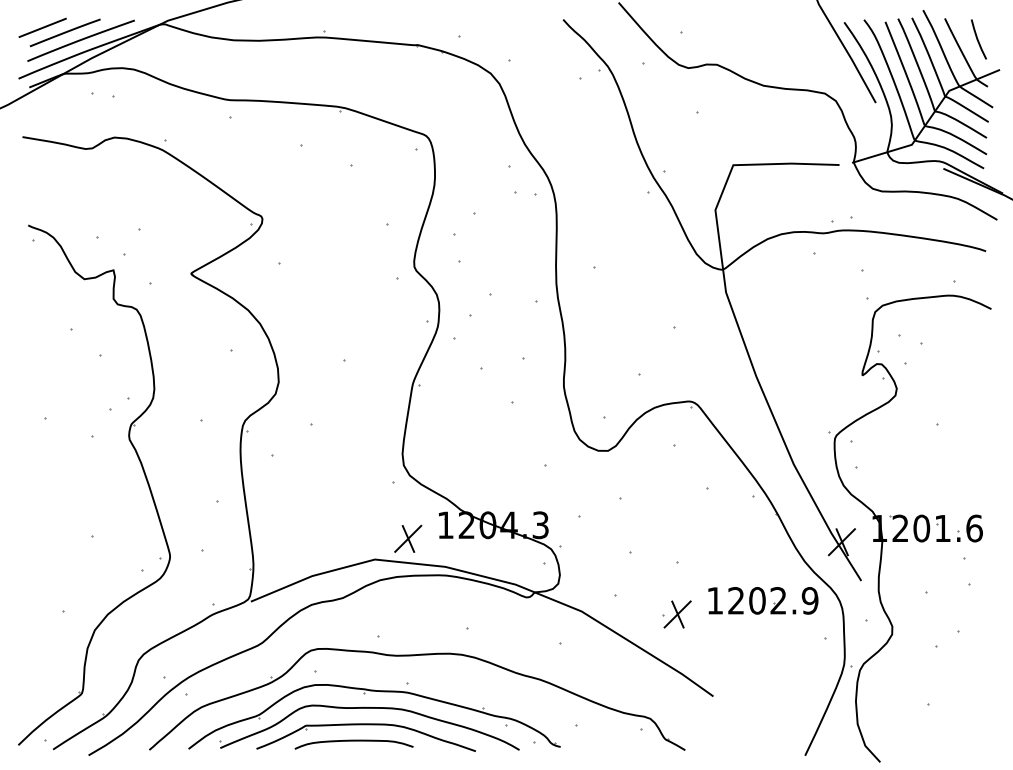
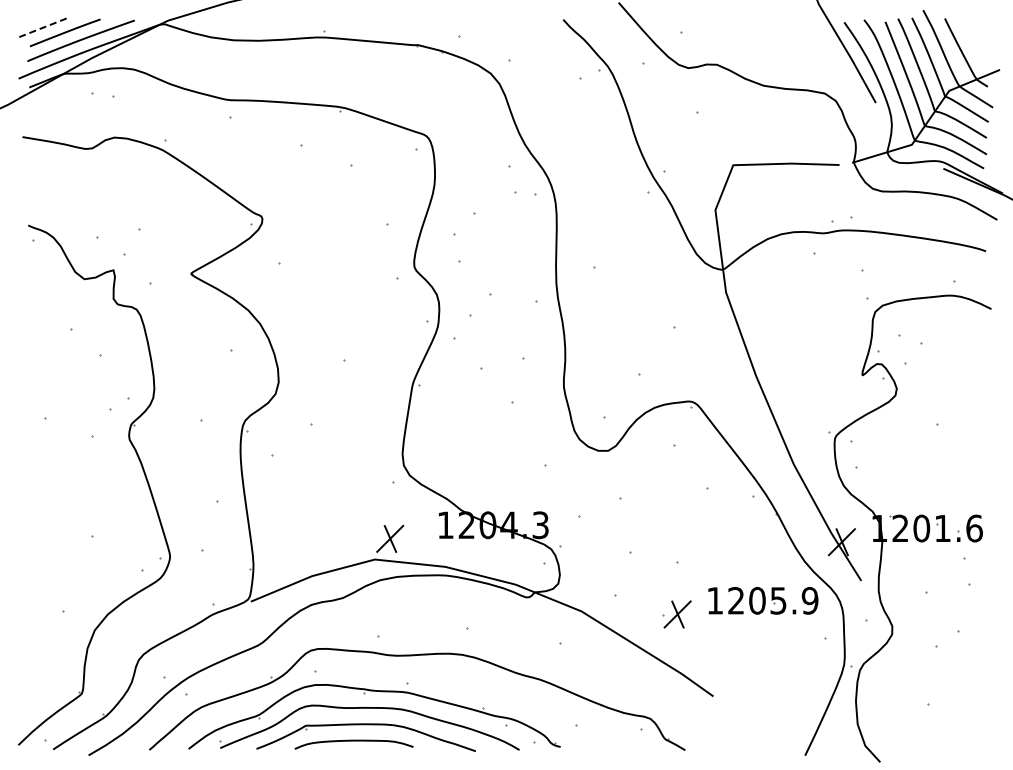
line at (42, 27): solid -> dashed
line at (978, 39): present -> none
part at (408, 538) position: (408, 538) -> (390, 538)
text at (778, 600): 1202.9 -> 1205.9
